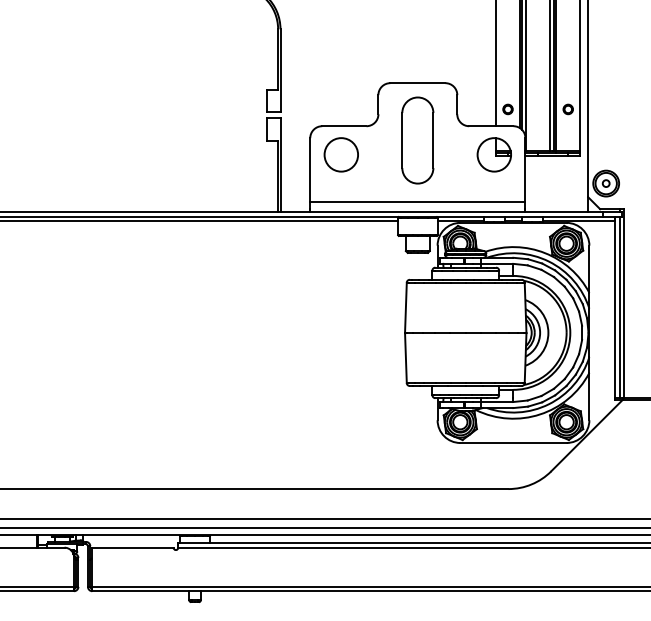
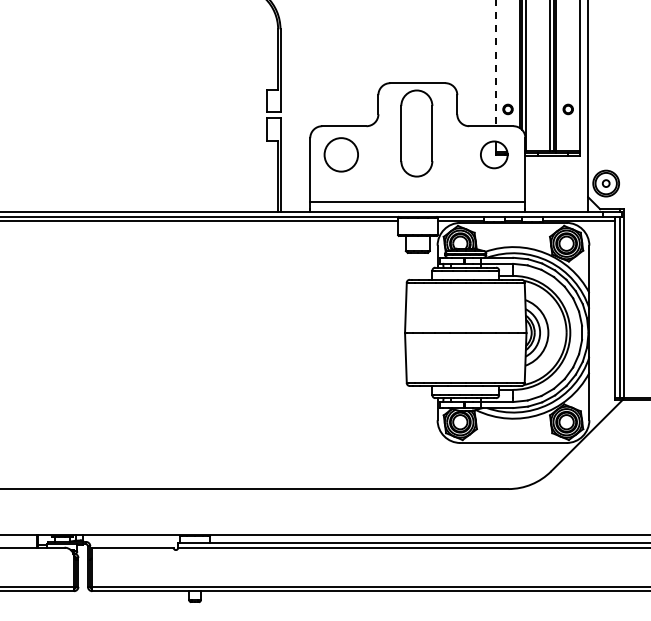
line at (496, 63): solid -> dashed
part at (417, 140) position: (417, 140) -> (416, 133)
part at (493, 154) size: 36x36 px -> 29x30 px
line at (324, 519): present -> none
line at (324, 527): present -> none
